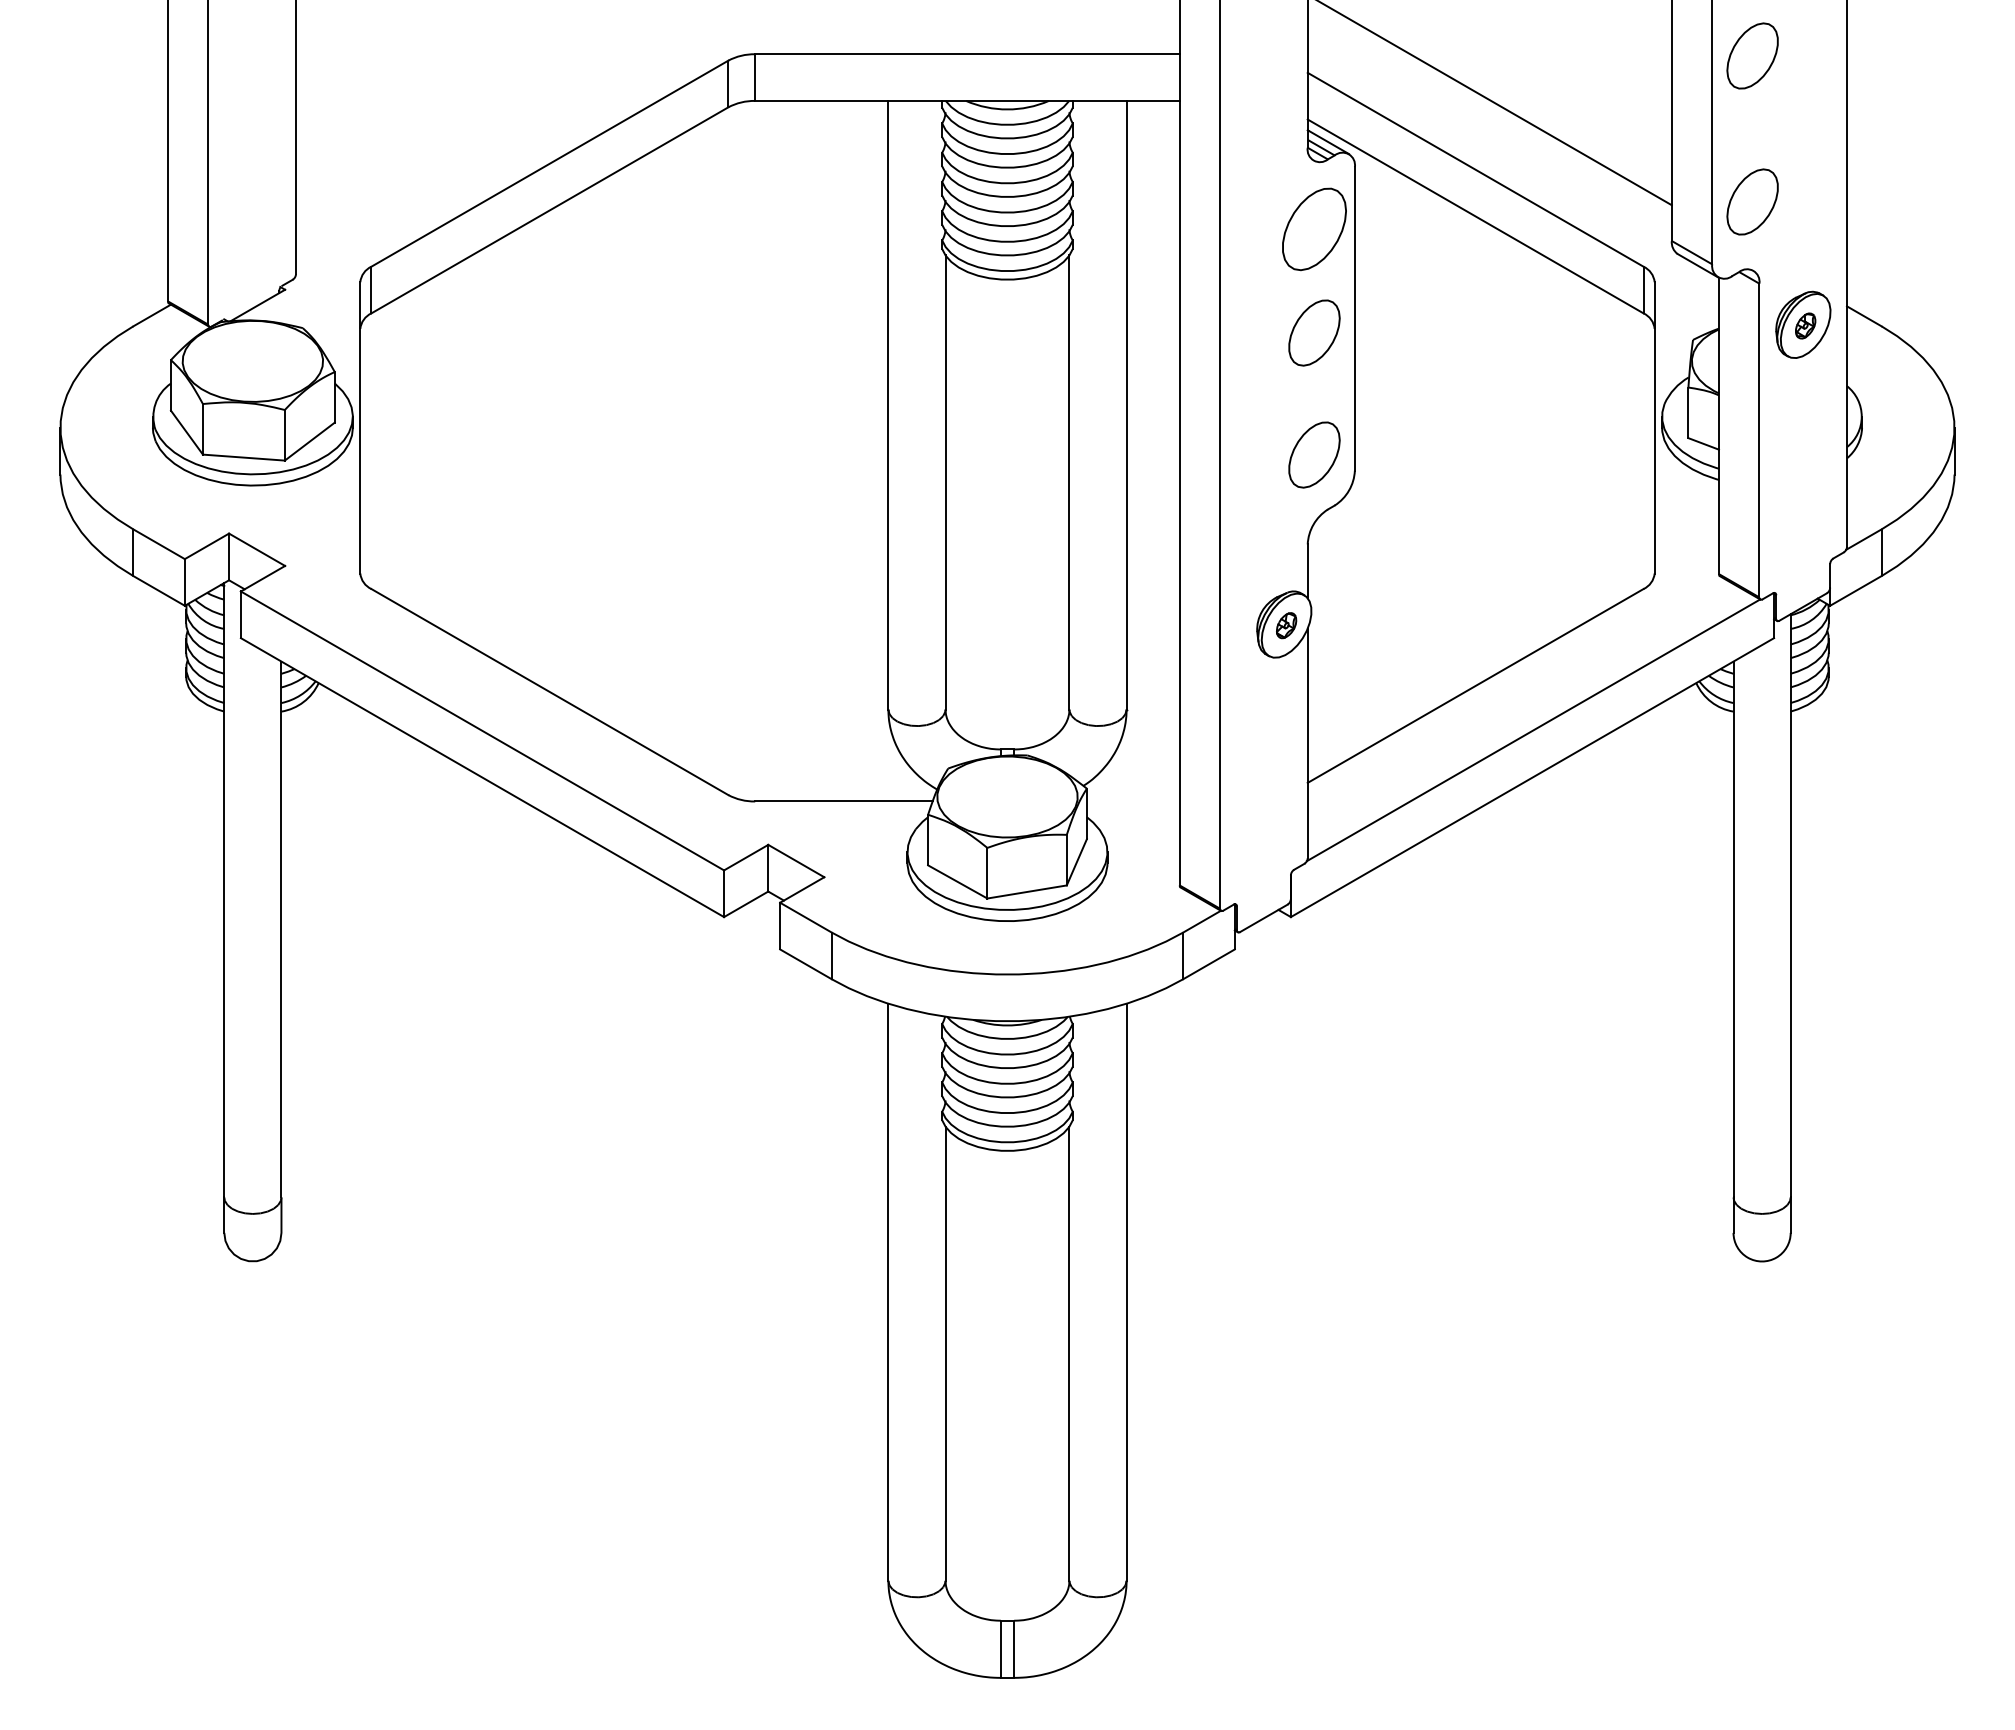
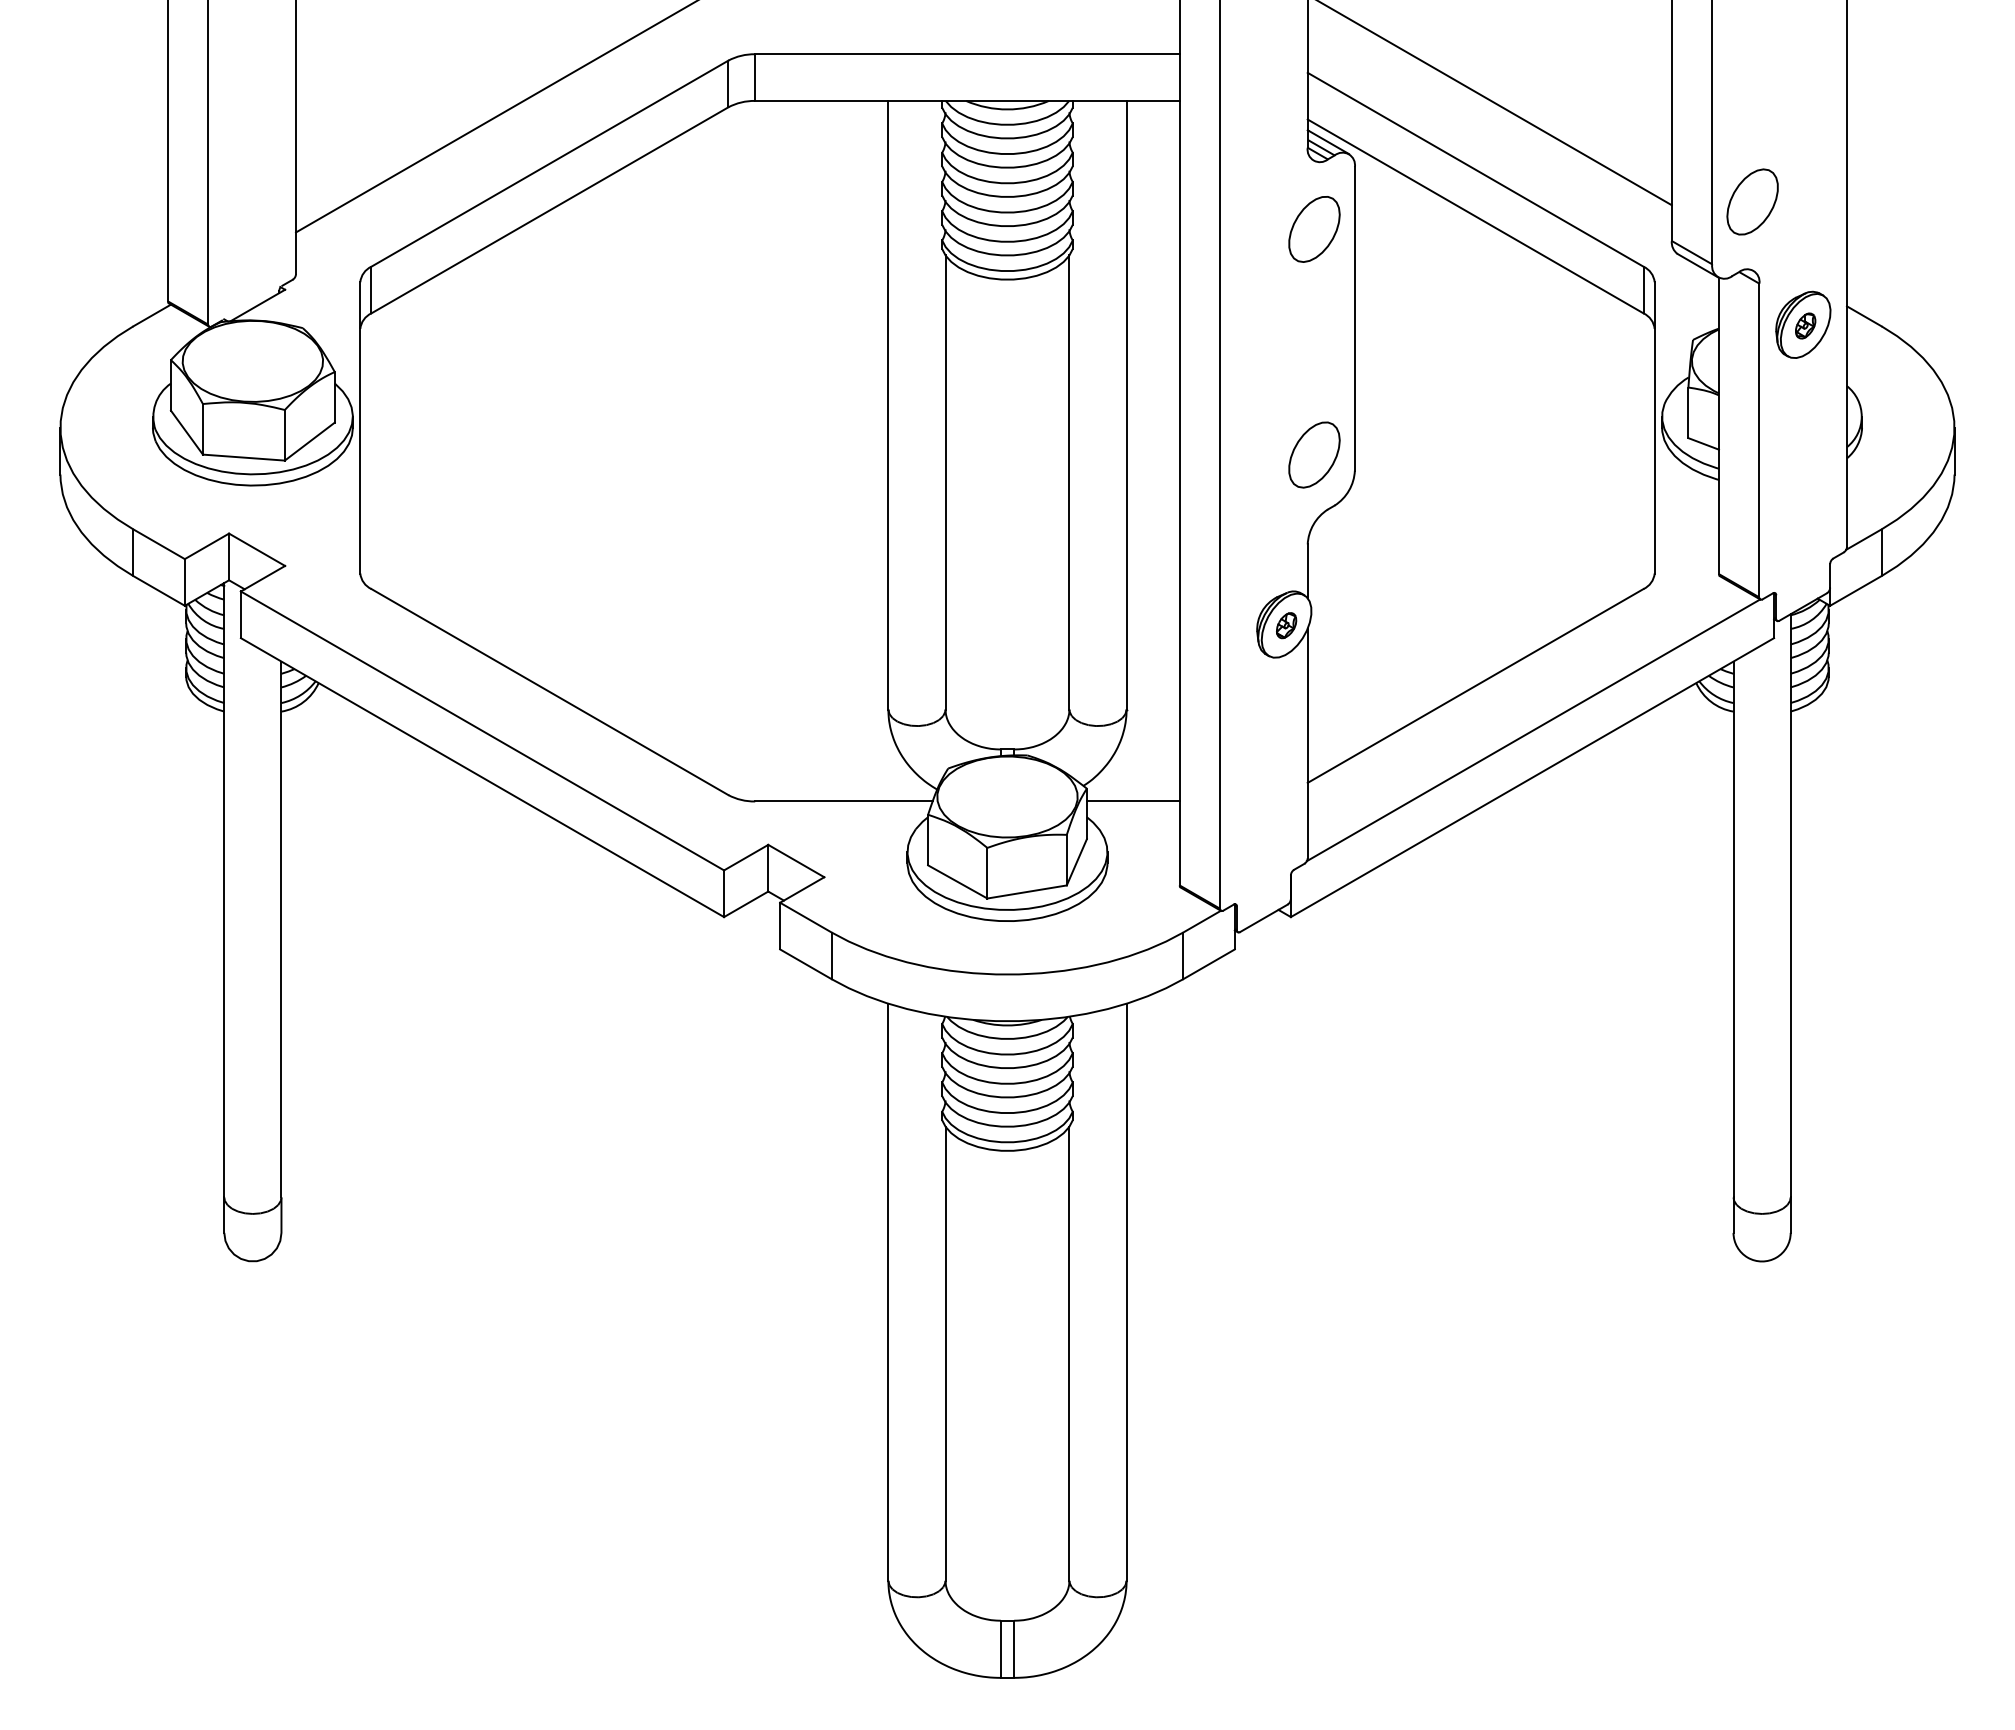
part at (1752, 55): present -> none
line at (495, 117): none -> present
part at (1314, 229) size: 65x85 px -> 53x67 px
part at (1314, 332): present -> none
line at (1132, 801): none -> present
